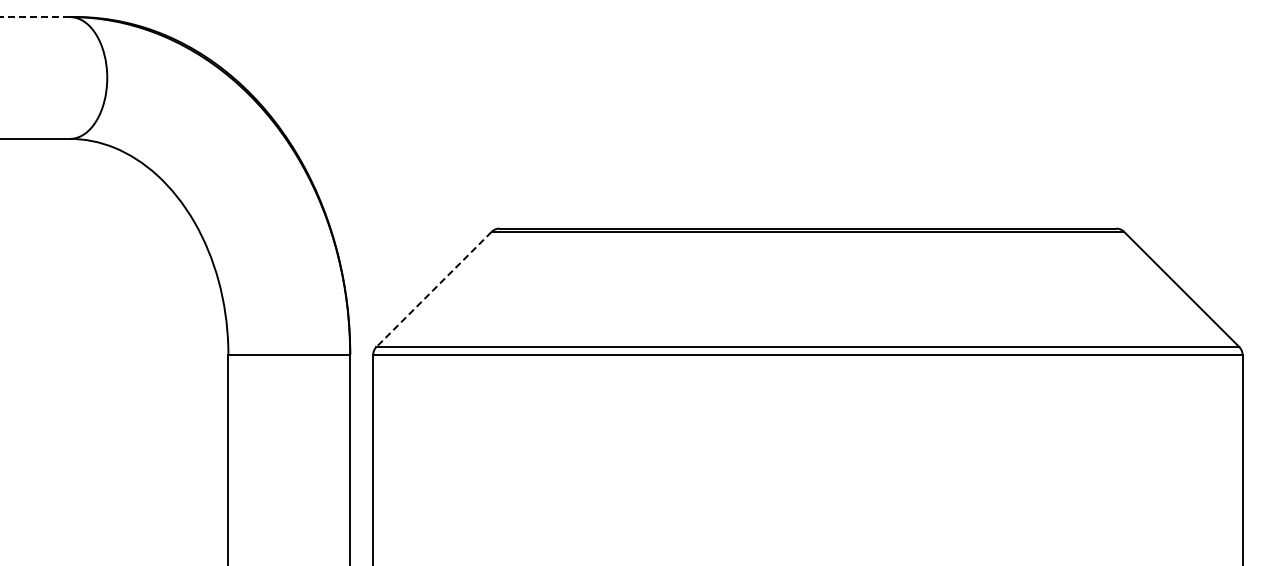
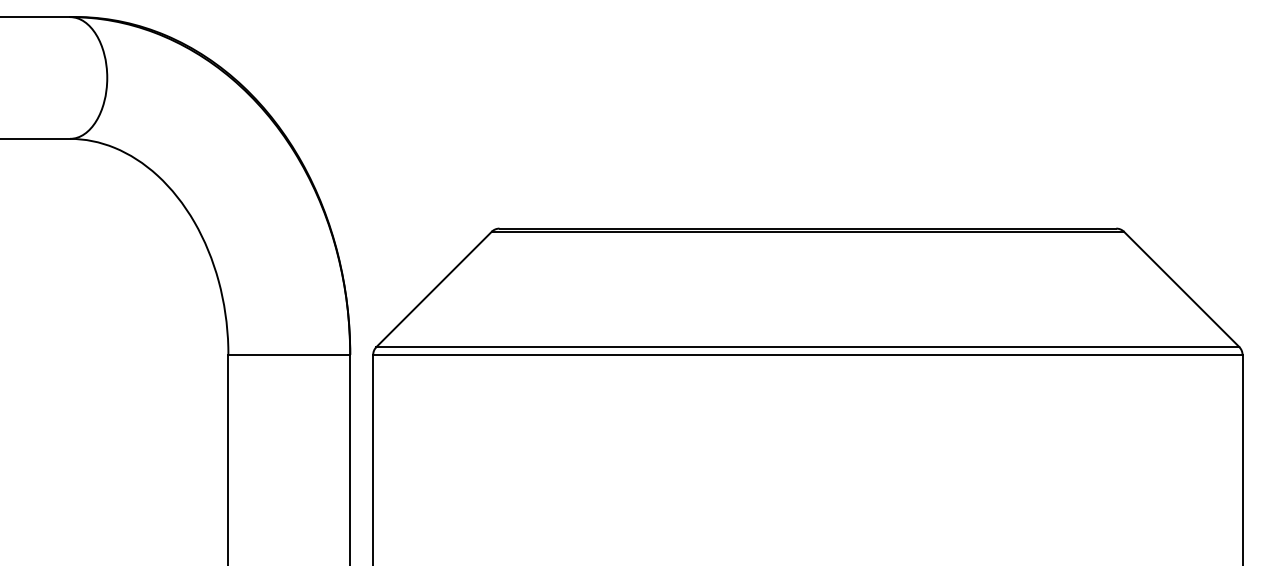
line at (35, 17): dashed -> solid
line at (433, 289): dashed -> solid
